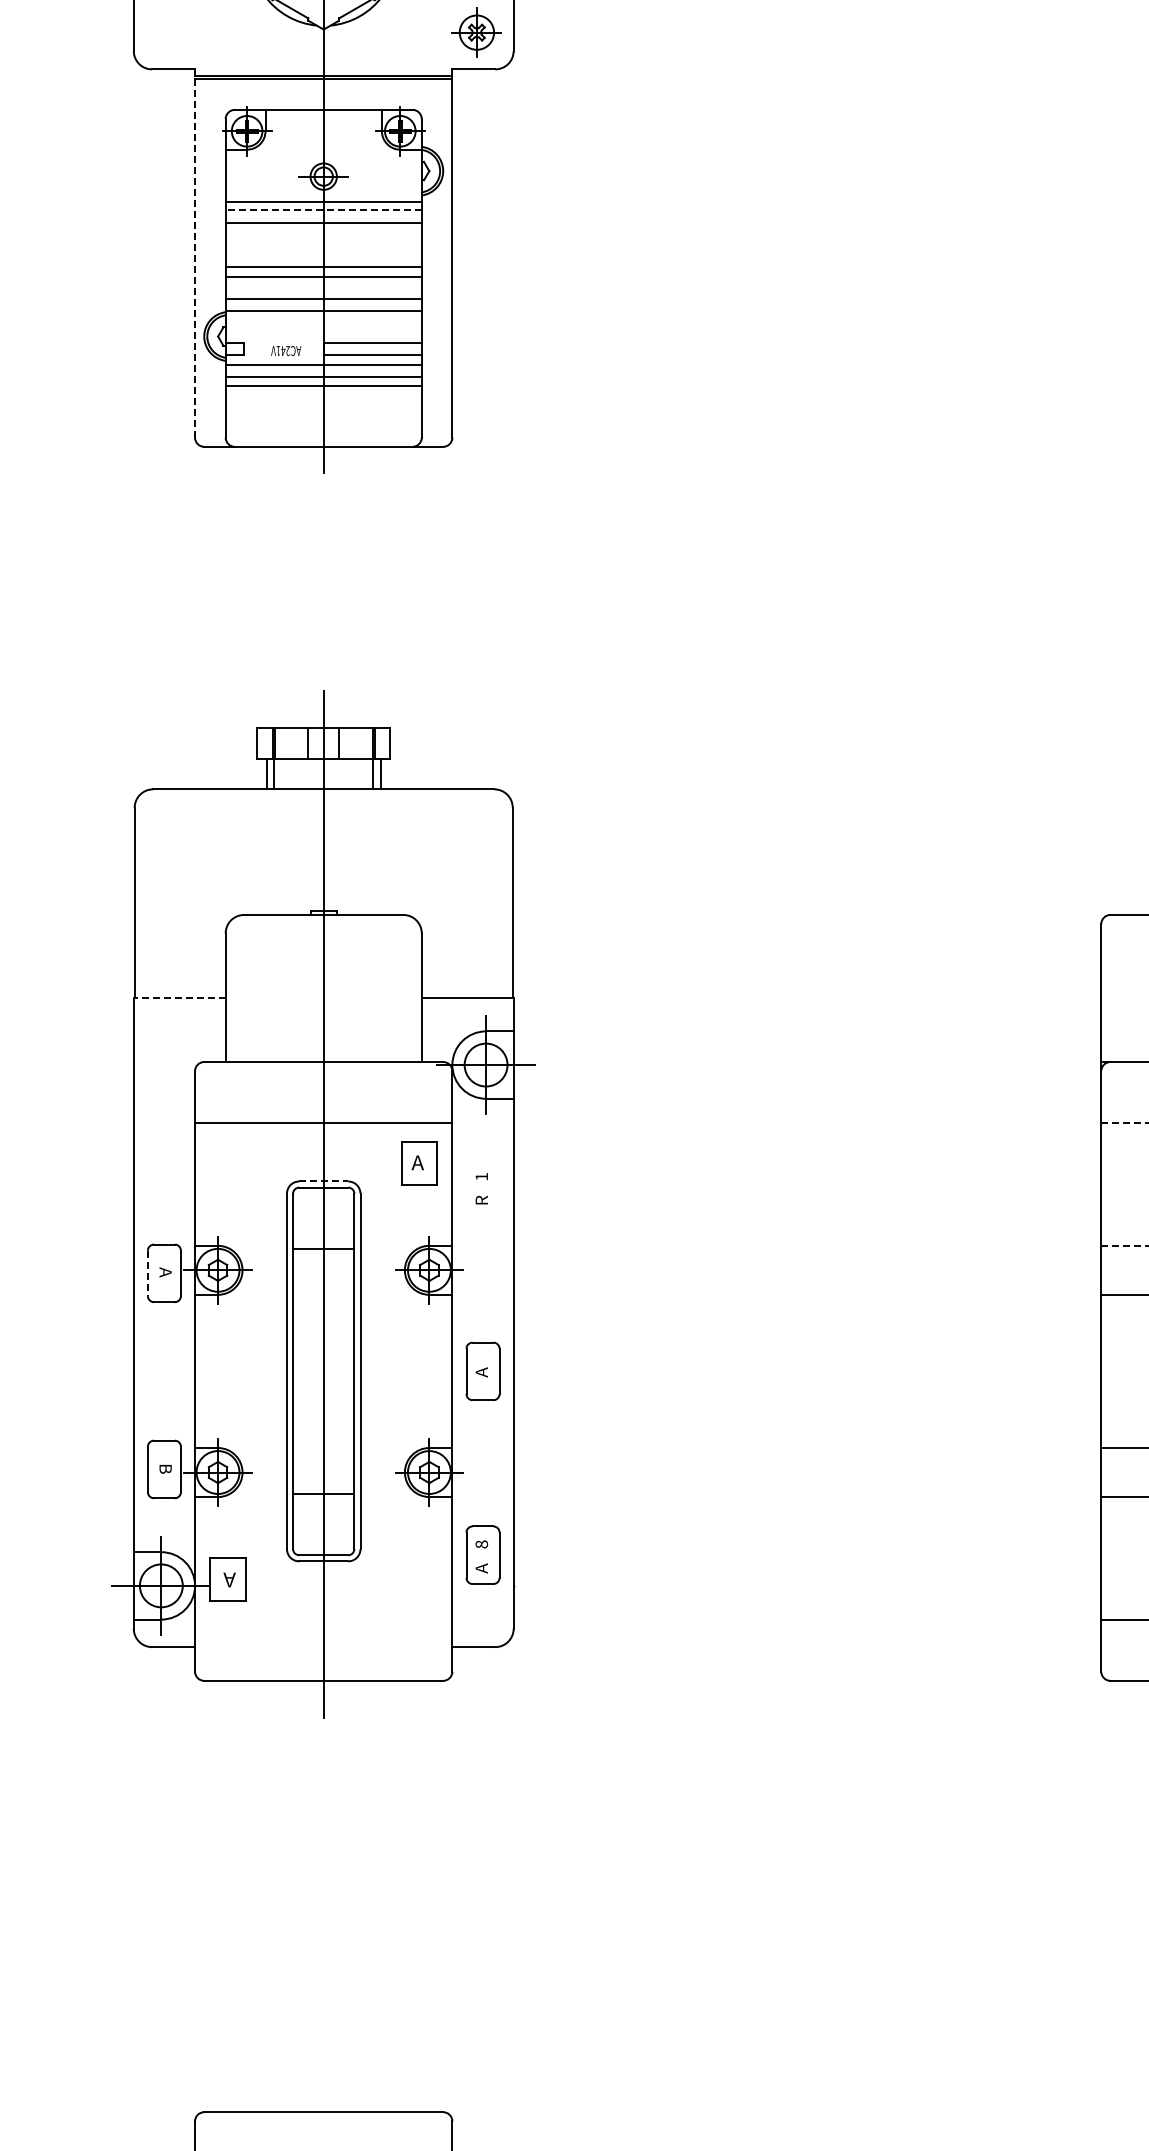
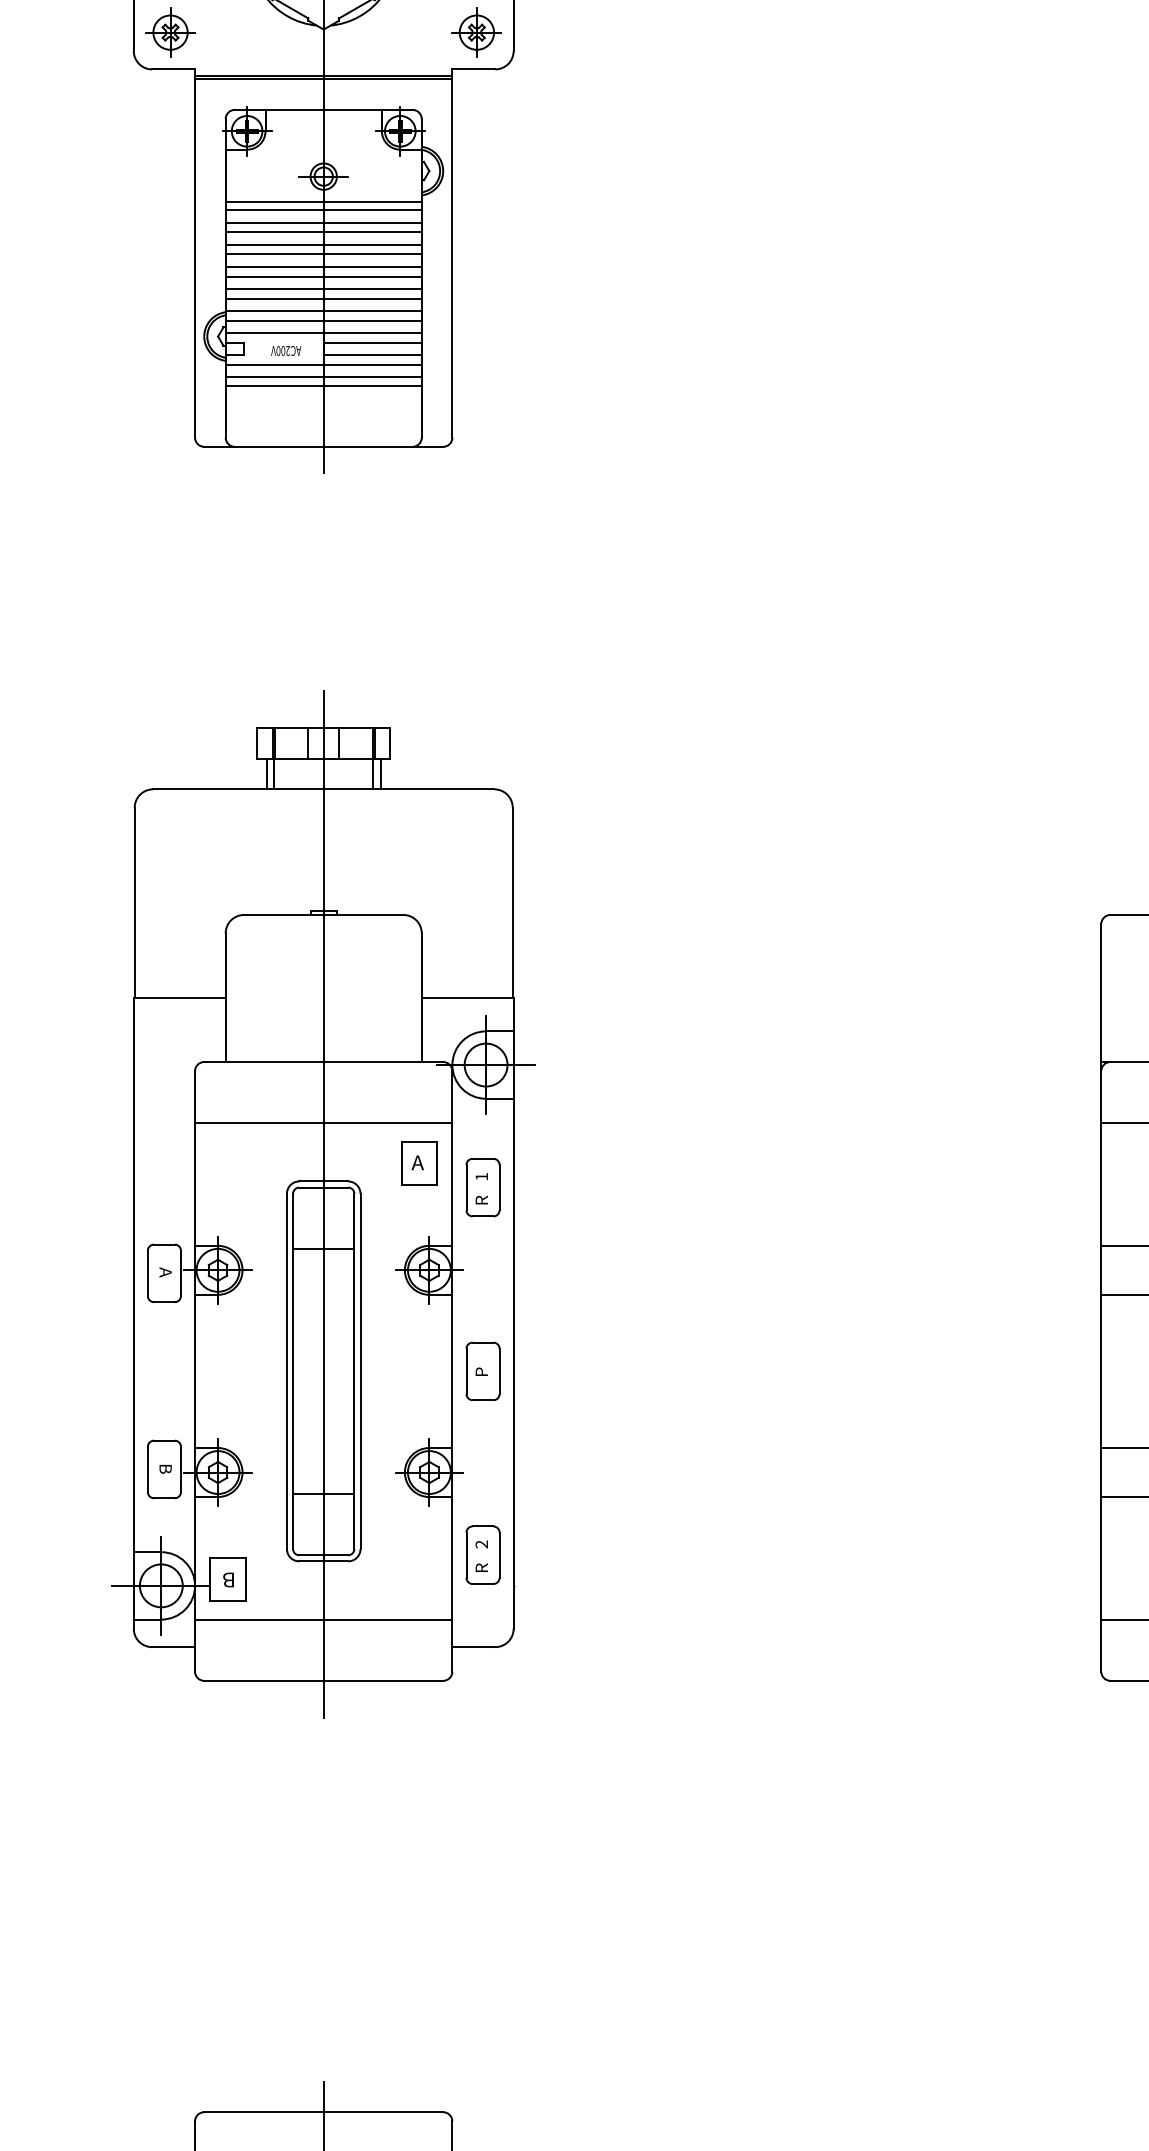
part at (170, 32): none -> present
line at (323, 210): dashed -> solid
line at (323, 232): none -> present
line at (323, 244): none -> present
line at (323, 254): none -> present
line at (195, 256): dashed -> solid
line at (323, 288): none -> present
line at (323, 320): none -> present
line at (323, 332): none -> present
text at (280, 350): AC241V -> AC200V
line at (179, 997): dashed -> solid
line at (1125, 1123): dashed -> solid
line at (323, 1181): dashed -> solid
part at (482, 1187): none -> present
line at (1125, 1245): dashed -> solid
line at (147, 1273): dashed -> solid
text at (481, 1372): A -> P
text at (481, 1544): 8 -> 2
text at (481, 1568): A -> R
text at (229, 1579): A -> B
line at (323, 1619): none -> present
line at (323, 2114): none -> present
